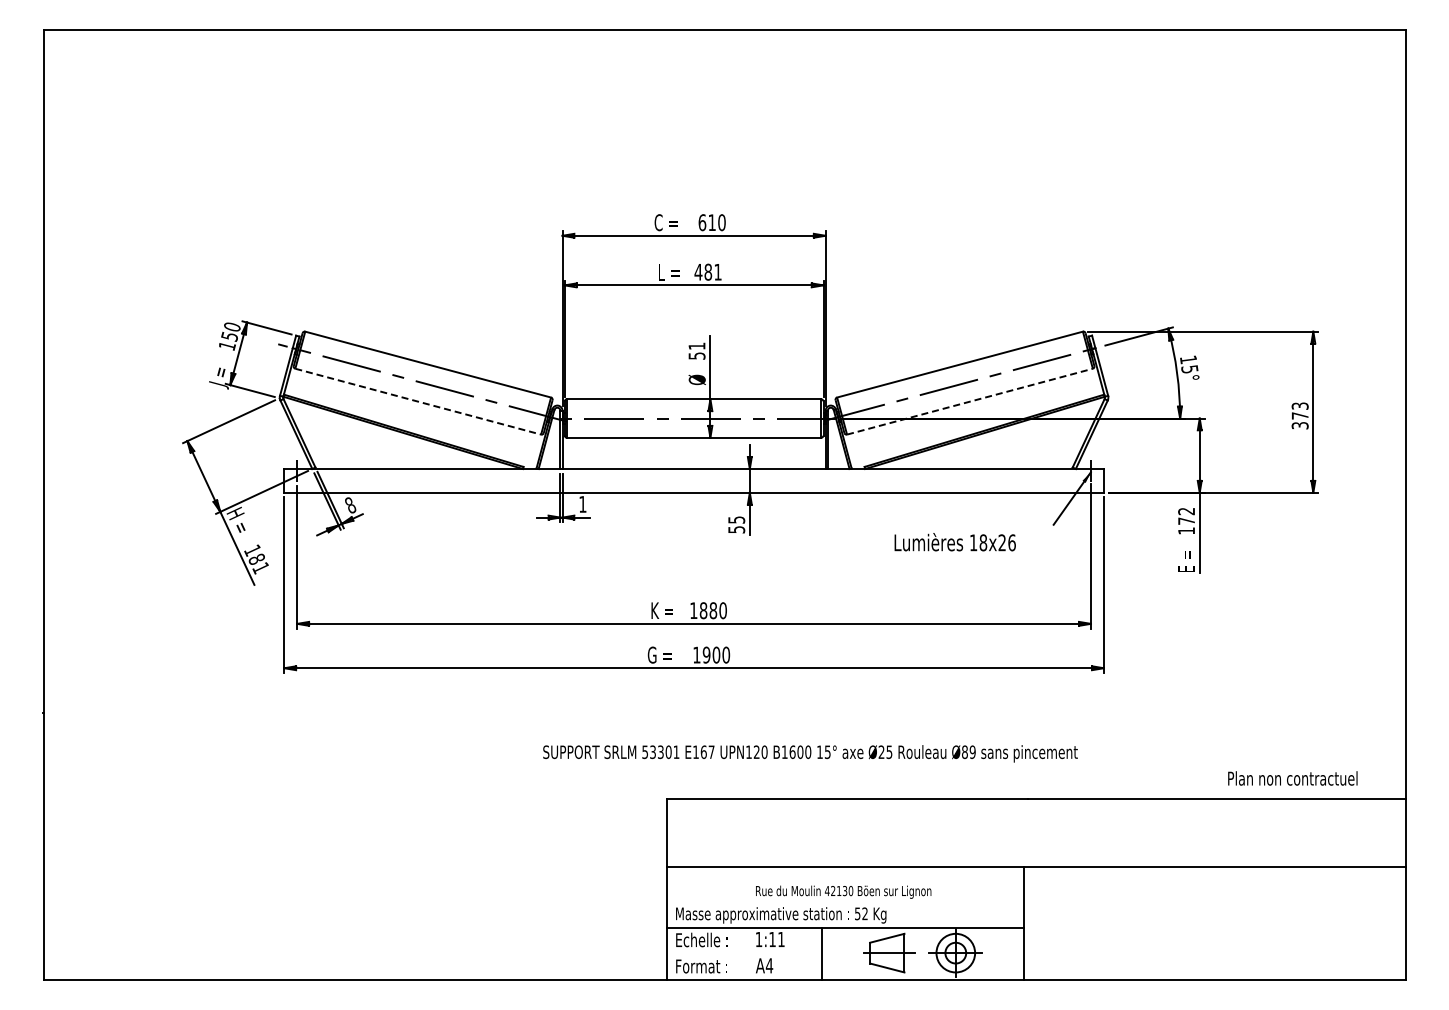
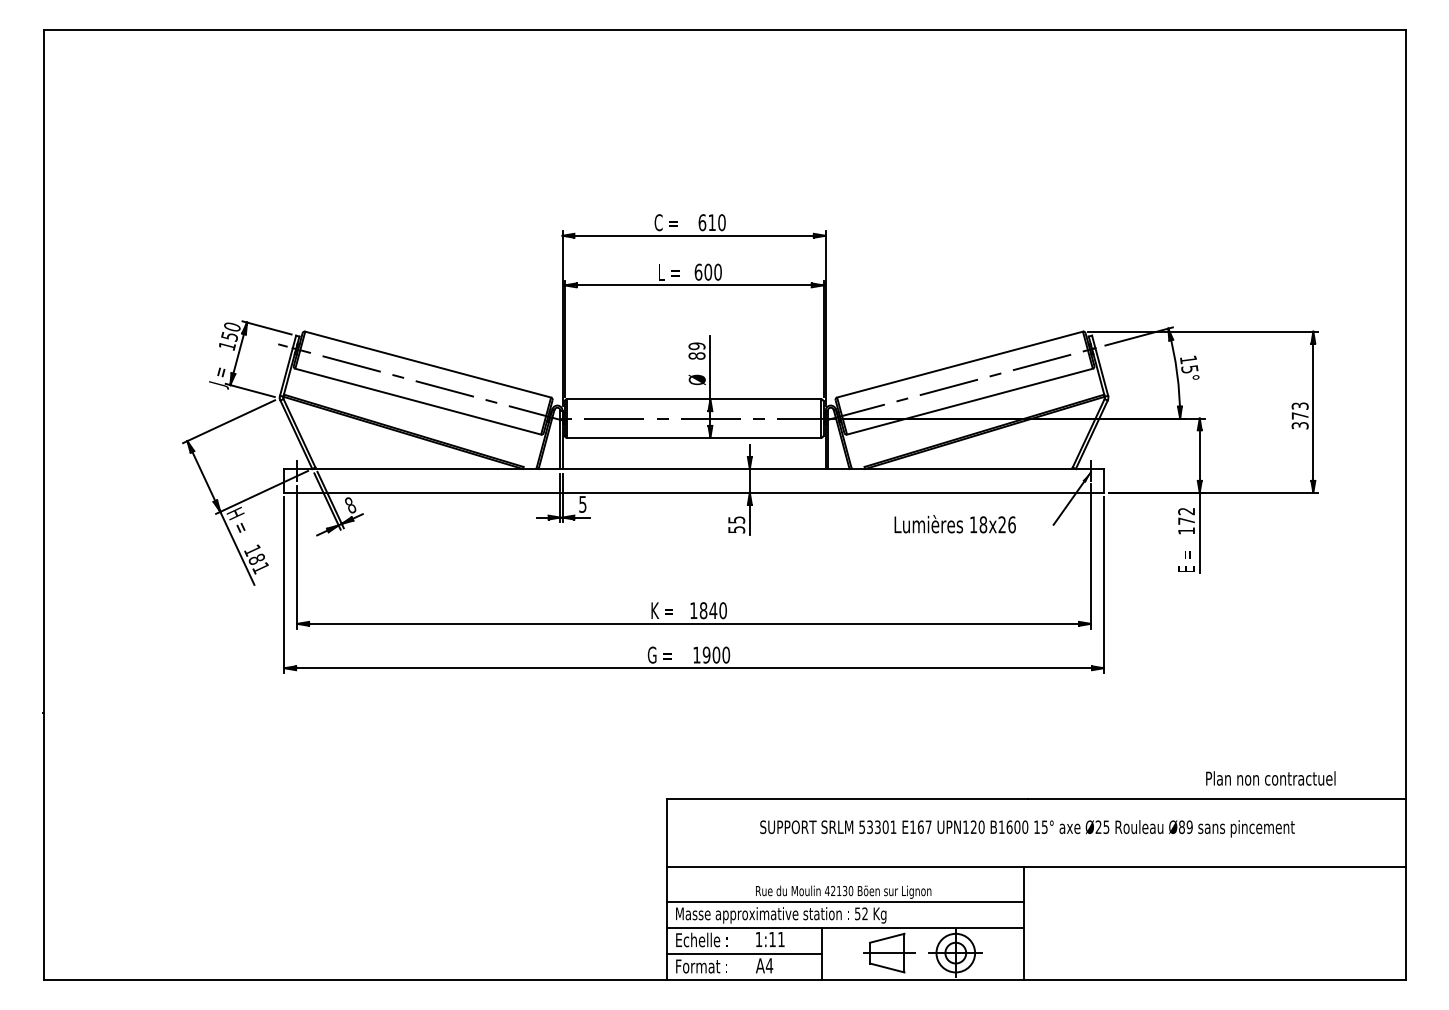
text at (707, 271): 481 -> 600
text at (696, 350): 51 -> 89
line at (418, 401): dashed -> solid
line at (970, 401): dashed -> solid
text at (582, 504): 1 -> 5
text at (954, 542) position: (954, 542) -> (954, 524)
text at (713, 610): 1880 -> 1840
text at (810, 753) position: (810, 753) -> (1027, 828)
text at (1292, 778) position: (1292, 778) -> (1270, 778)
line at (845, 901): none -> present
line at (744, 953): none -> present
